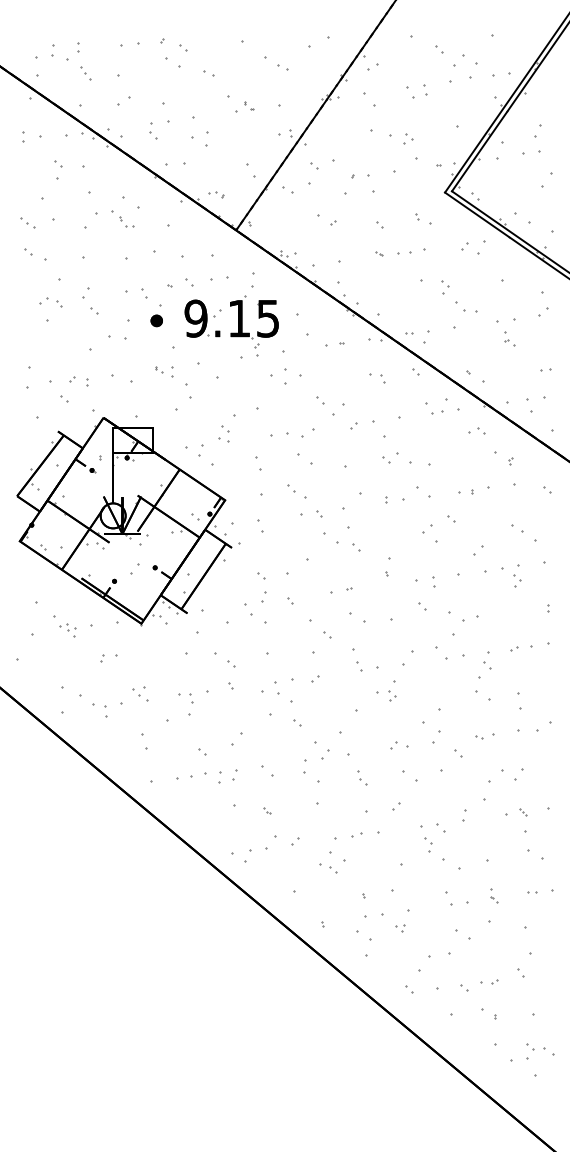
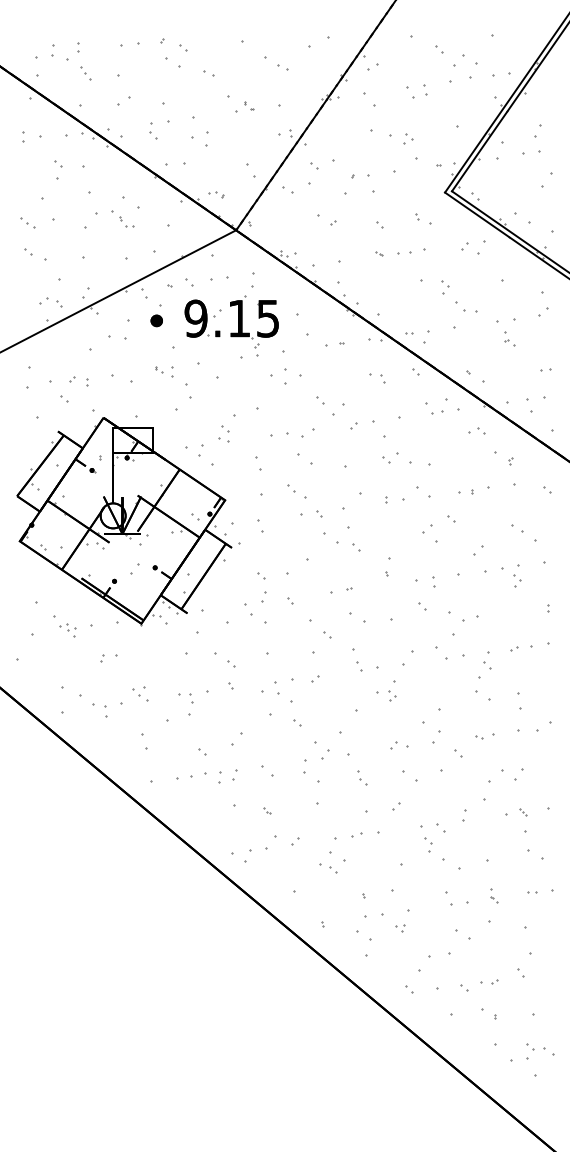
line at (119, 290): none -> present
